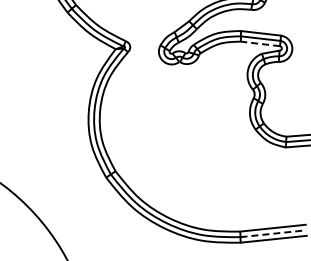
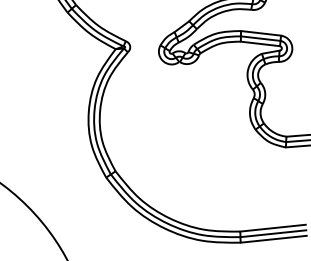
line at (260, 43): dashed -> solid
line at (273, 233): dashed -> solid
